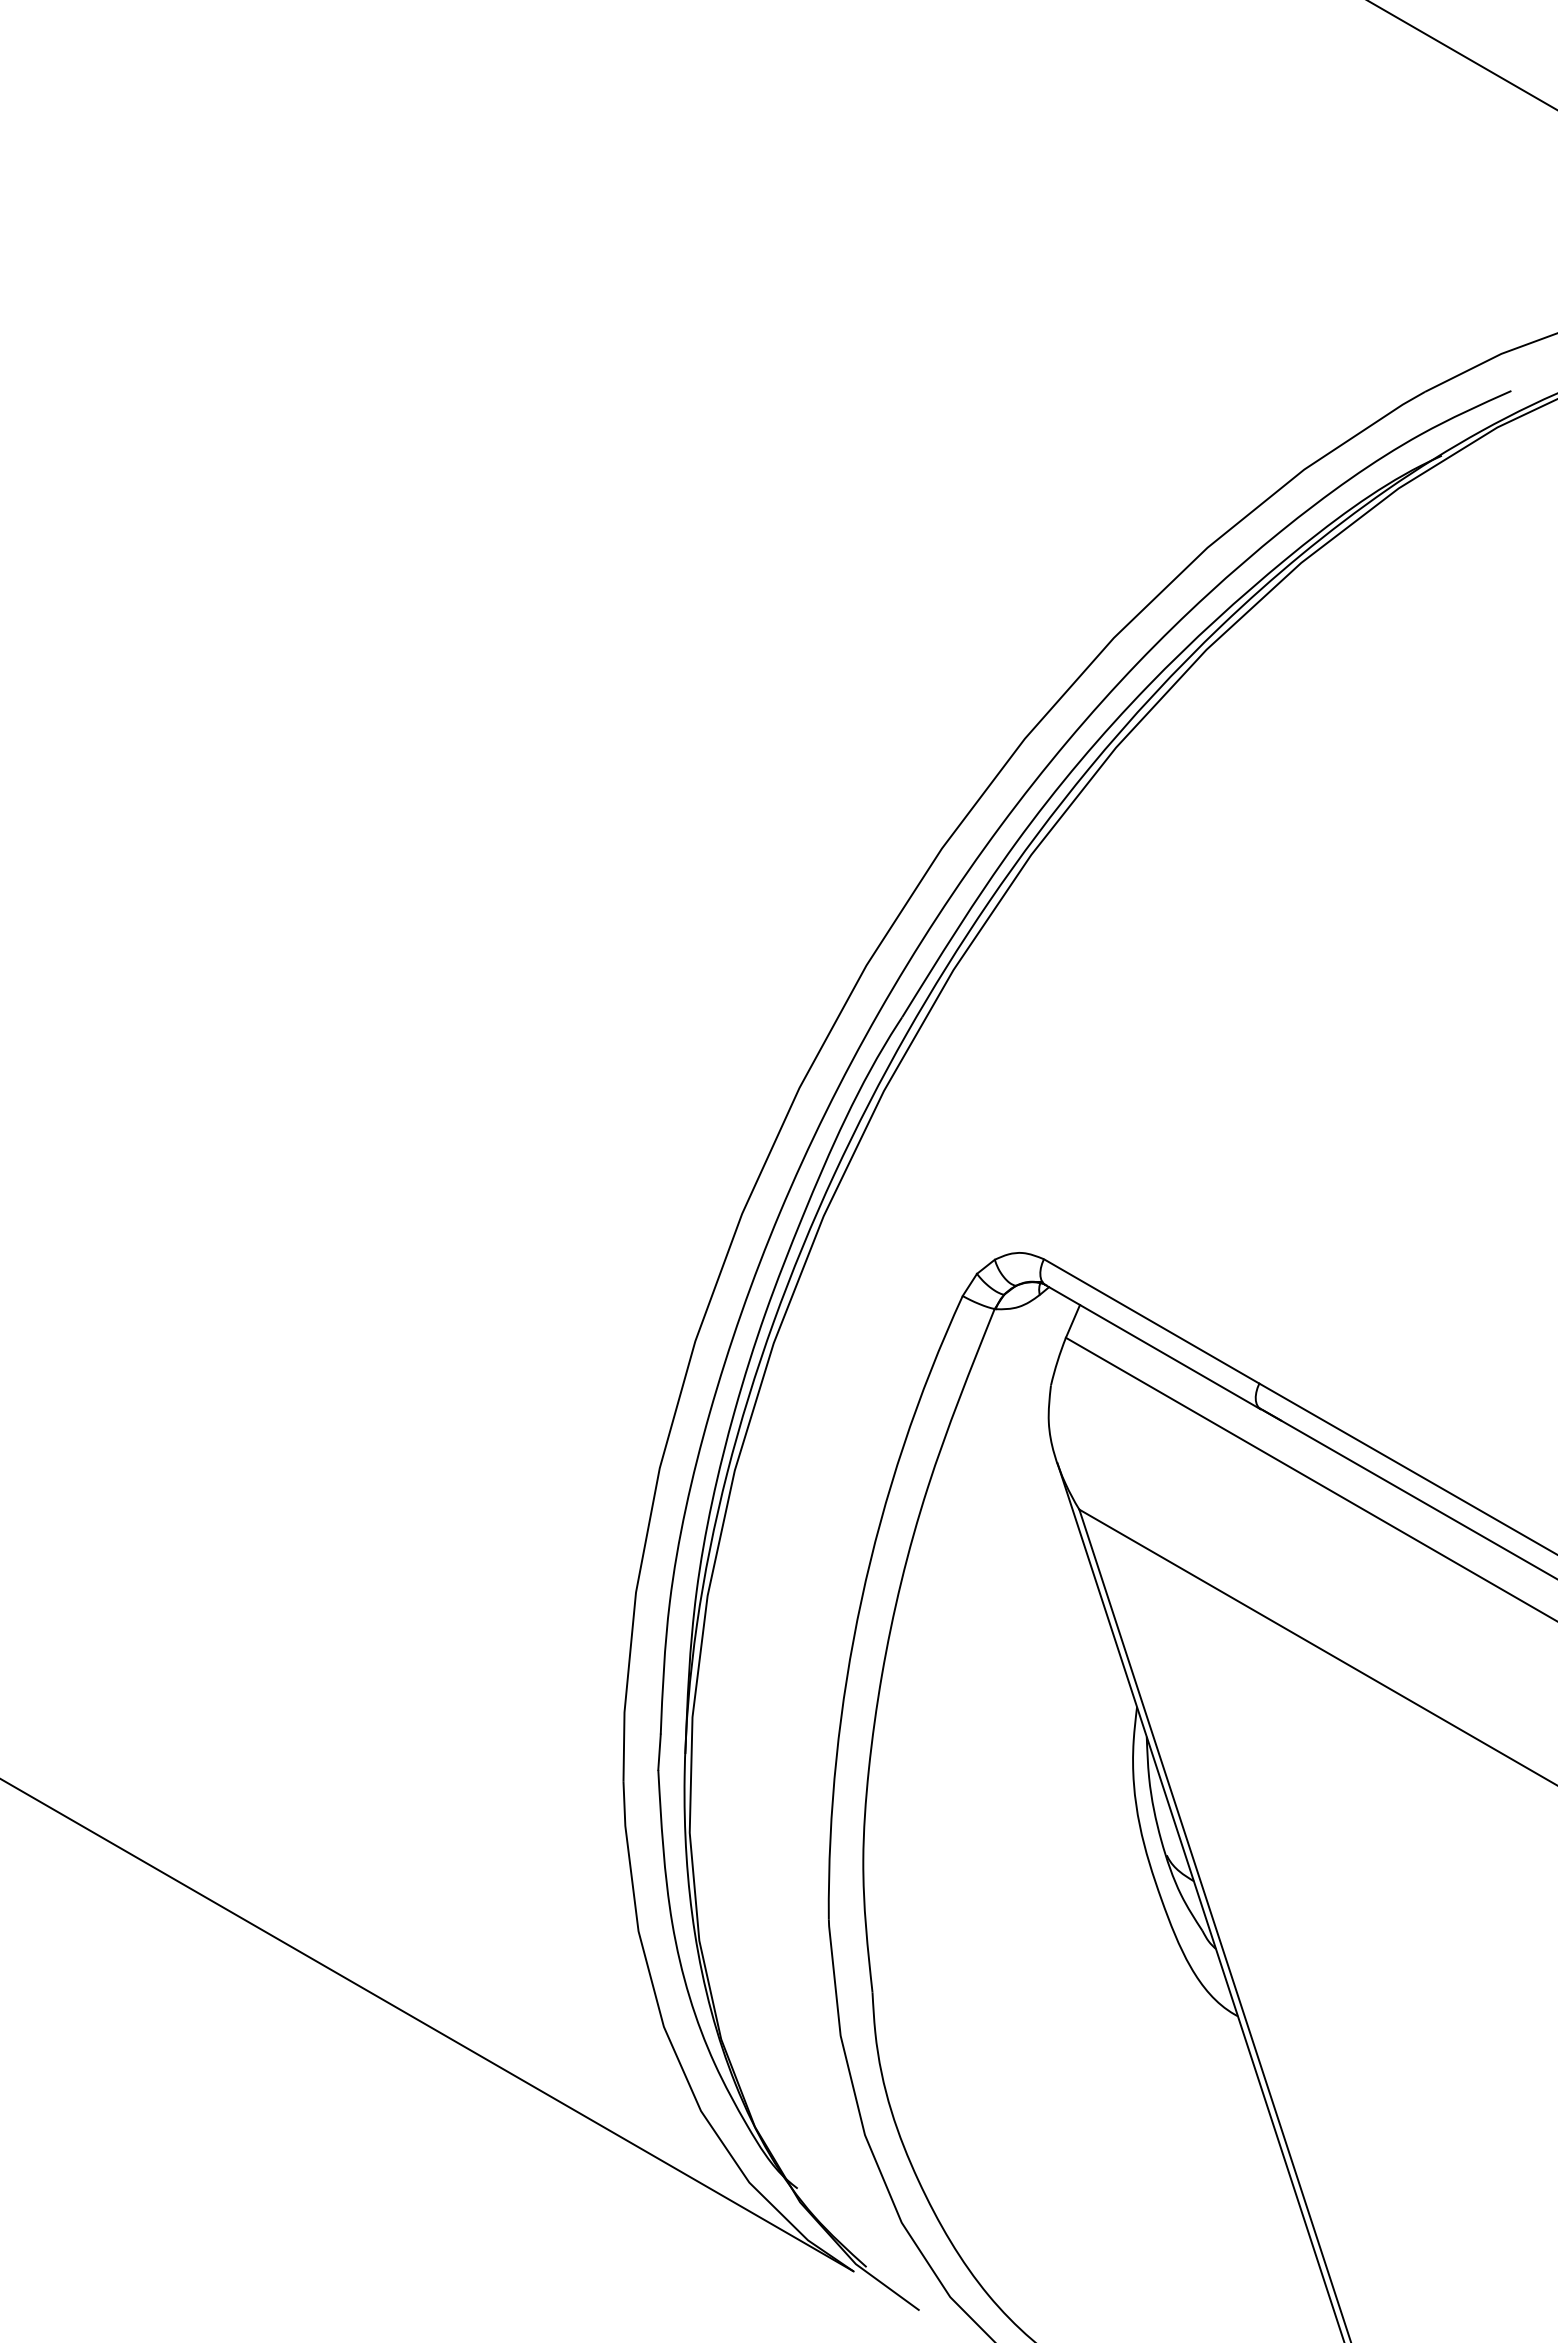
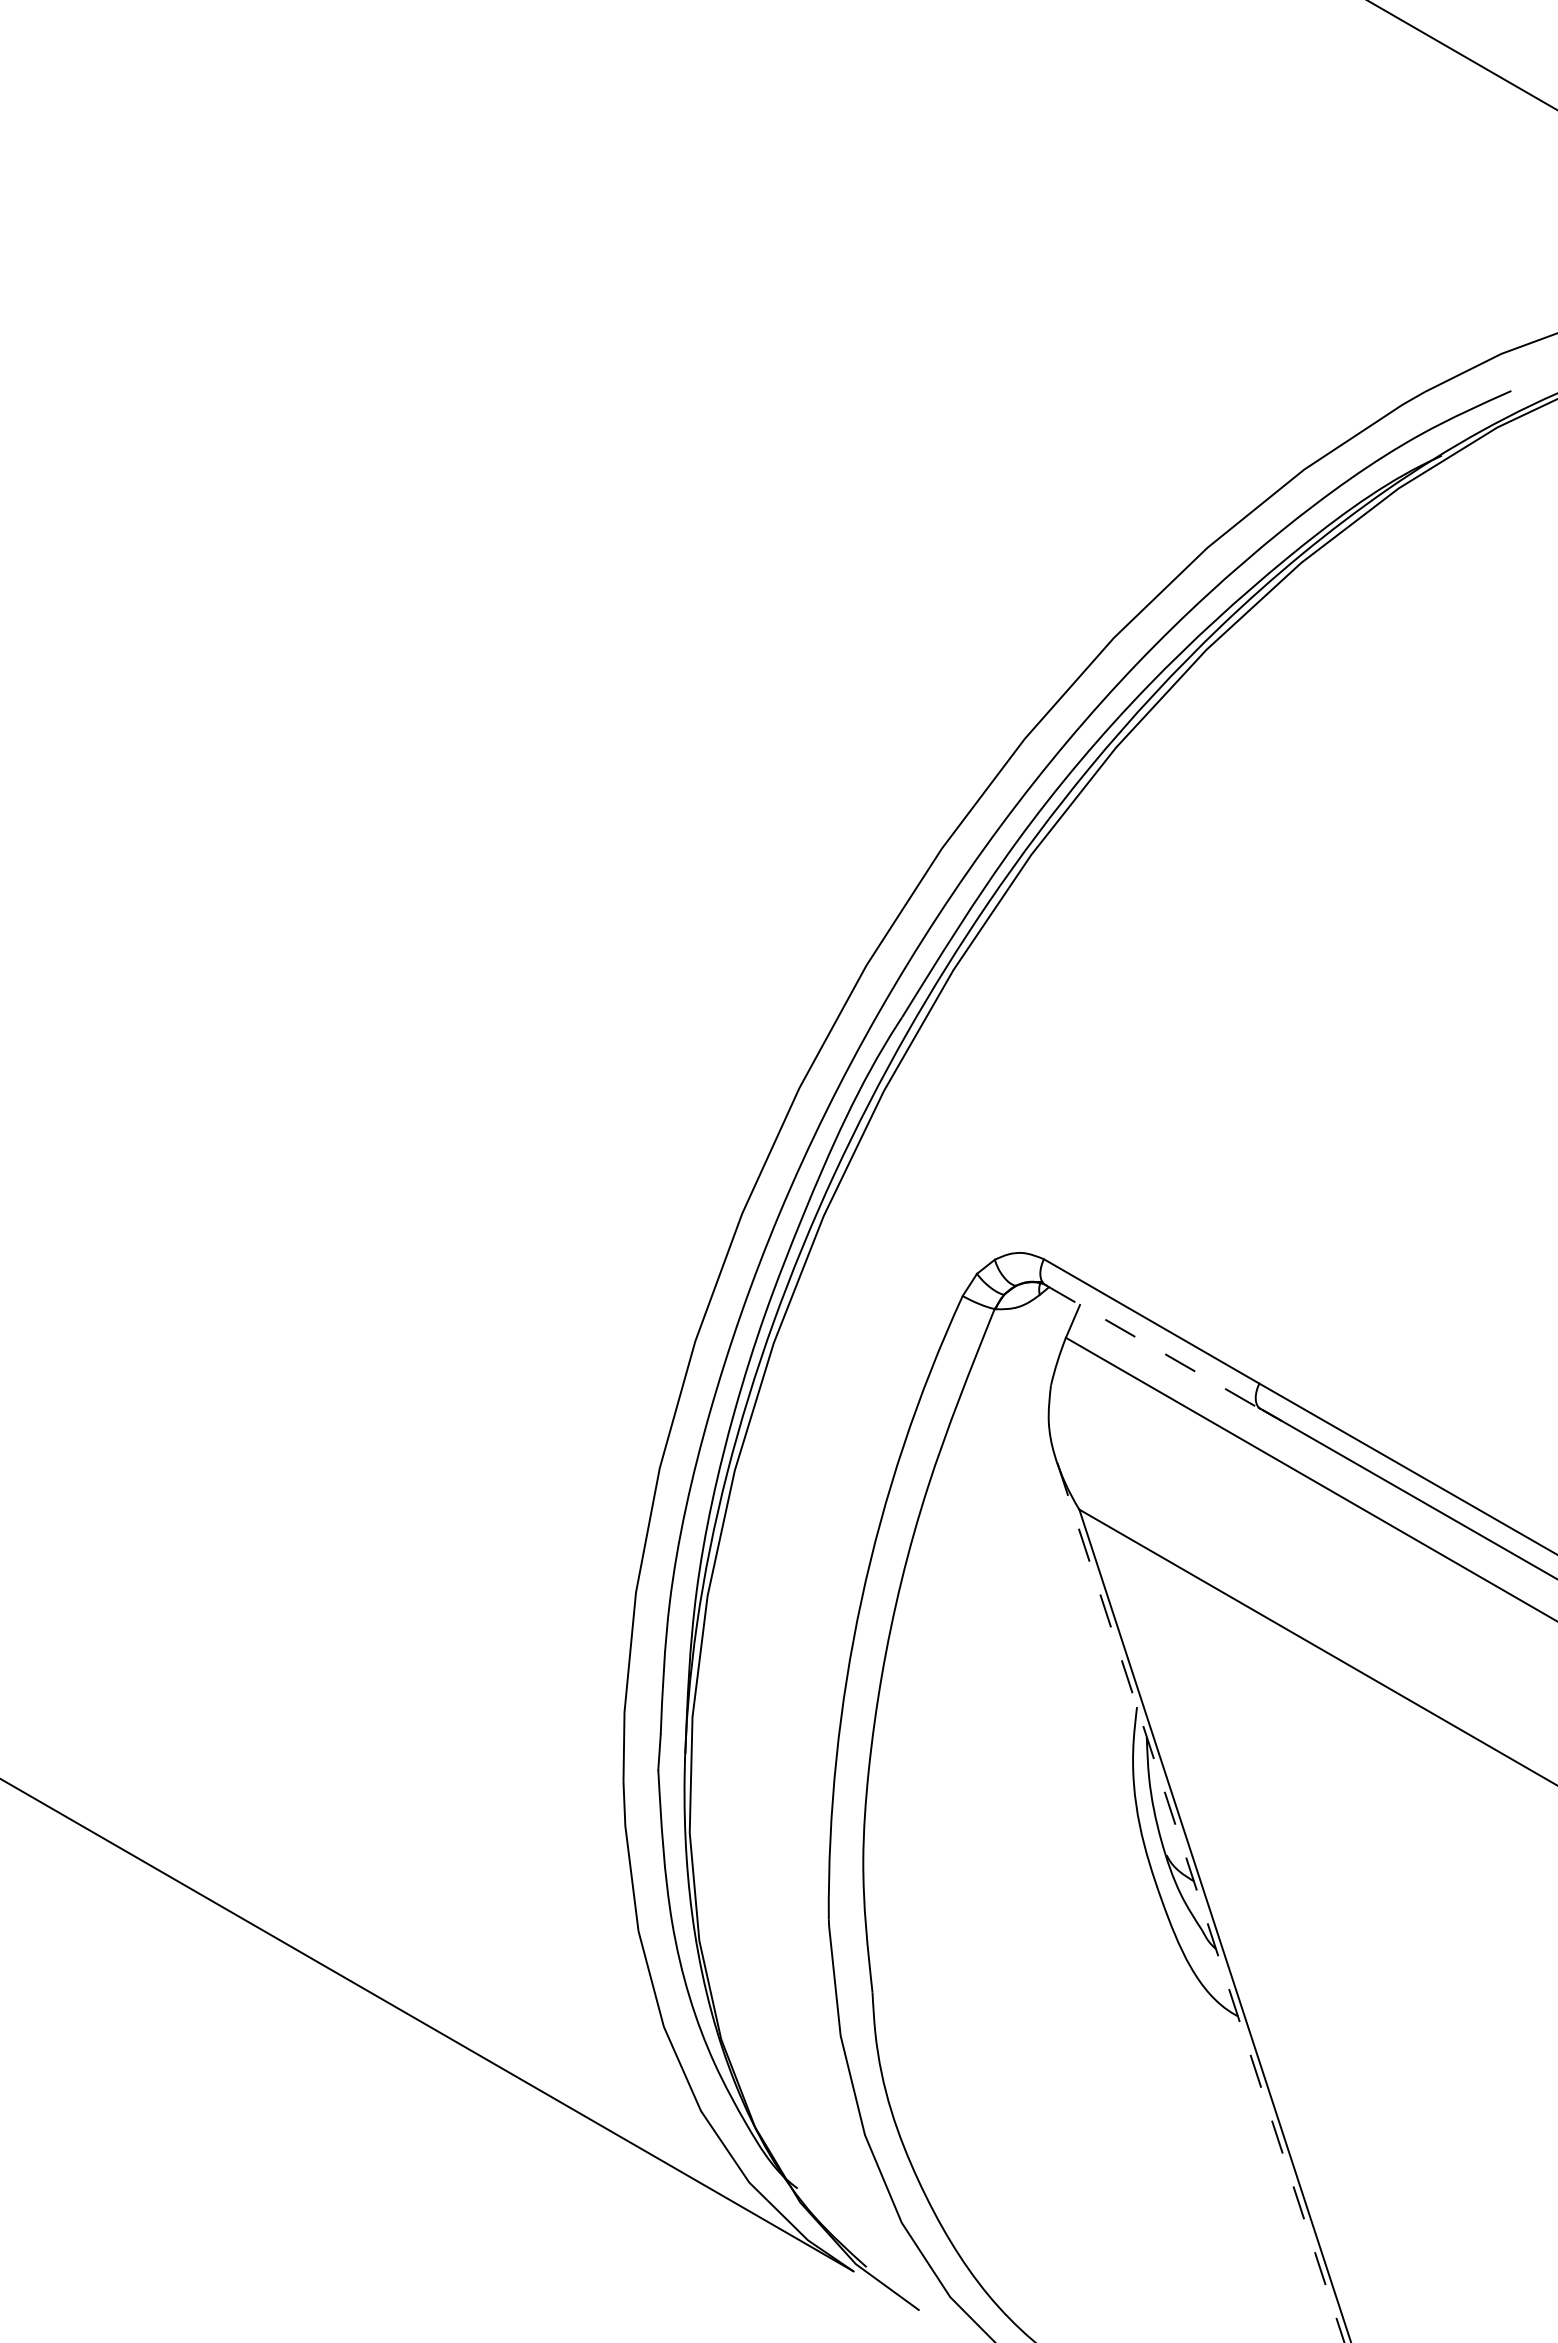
line at (1153, 1347): solid -> dashed
line at (1201, 1903): solid -> dashed
